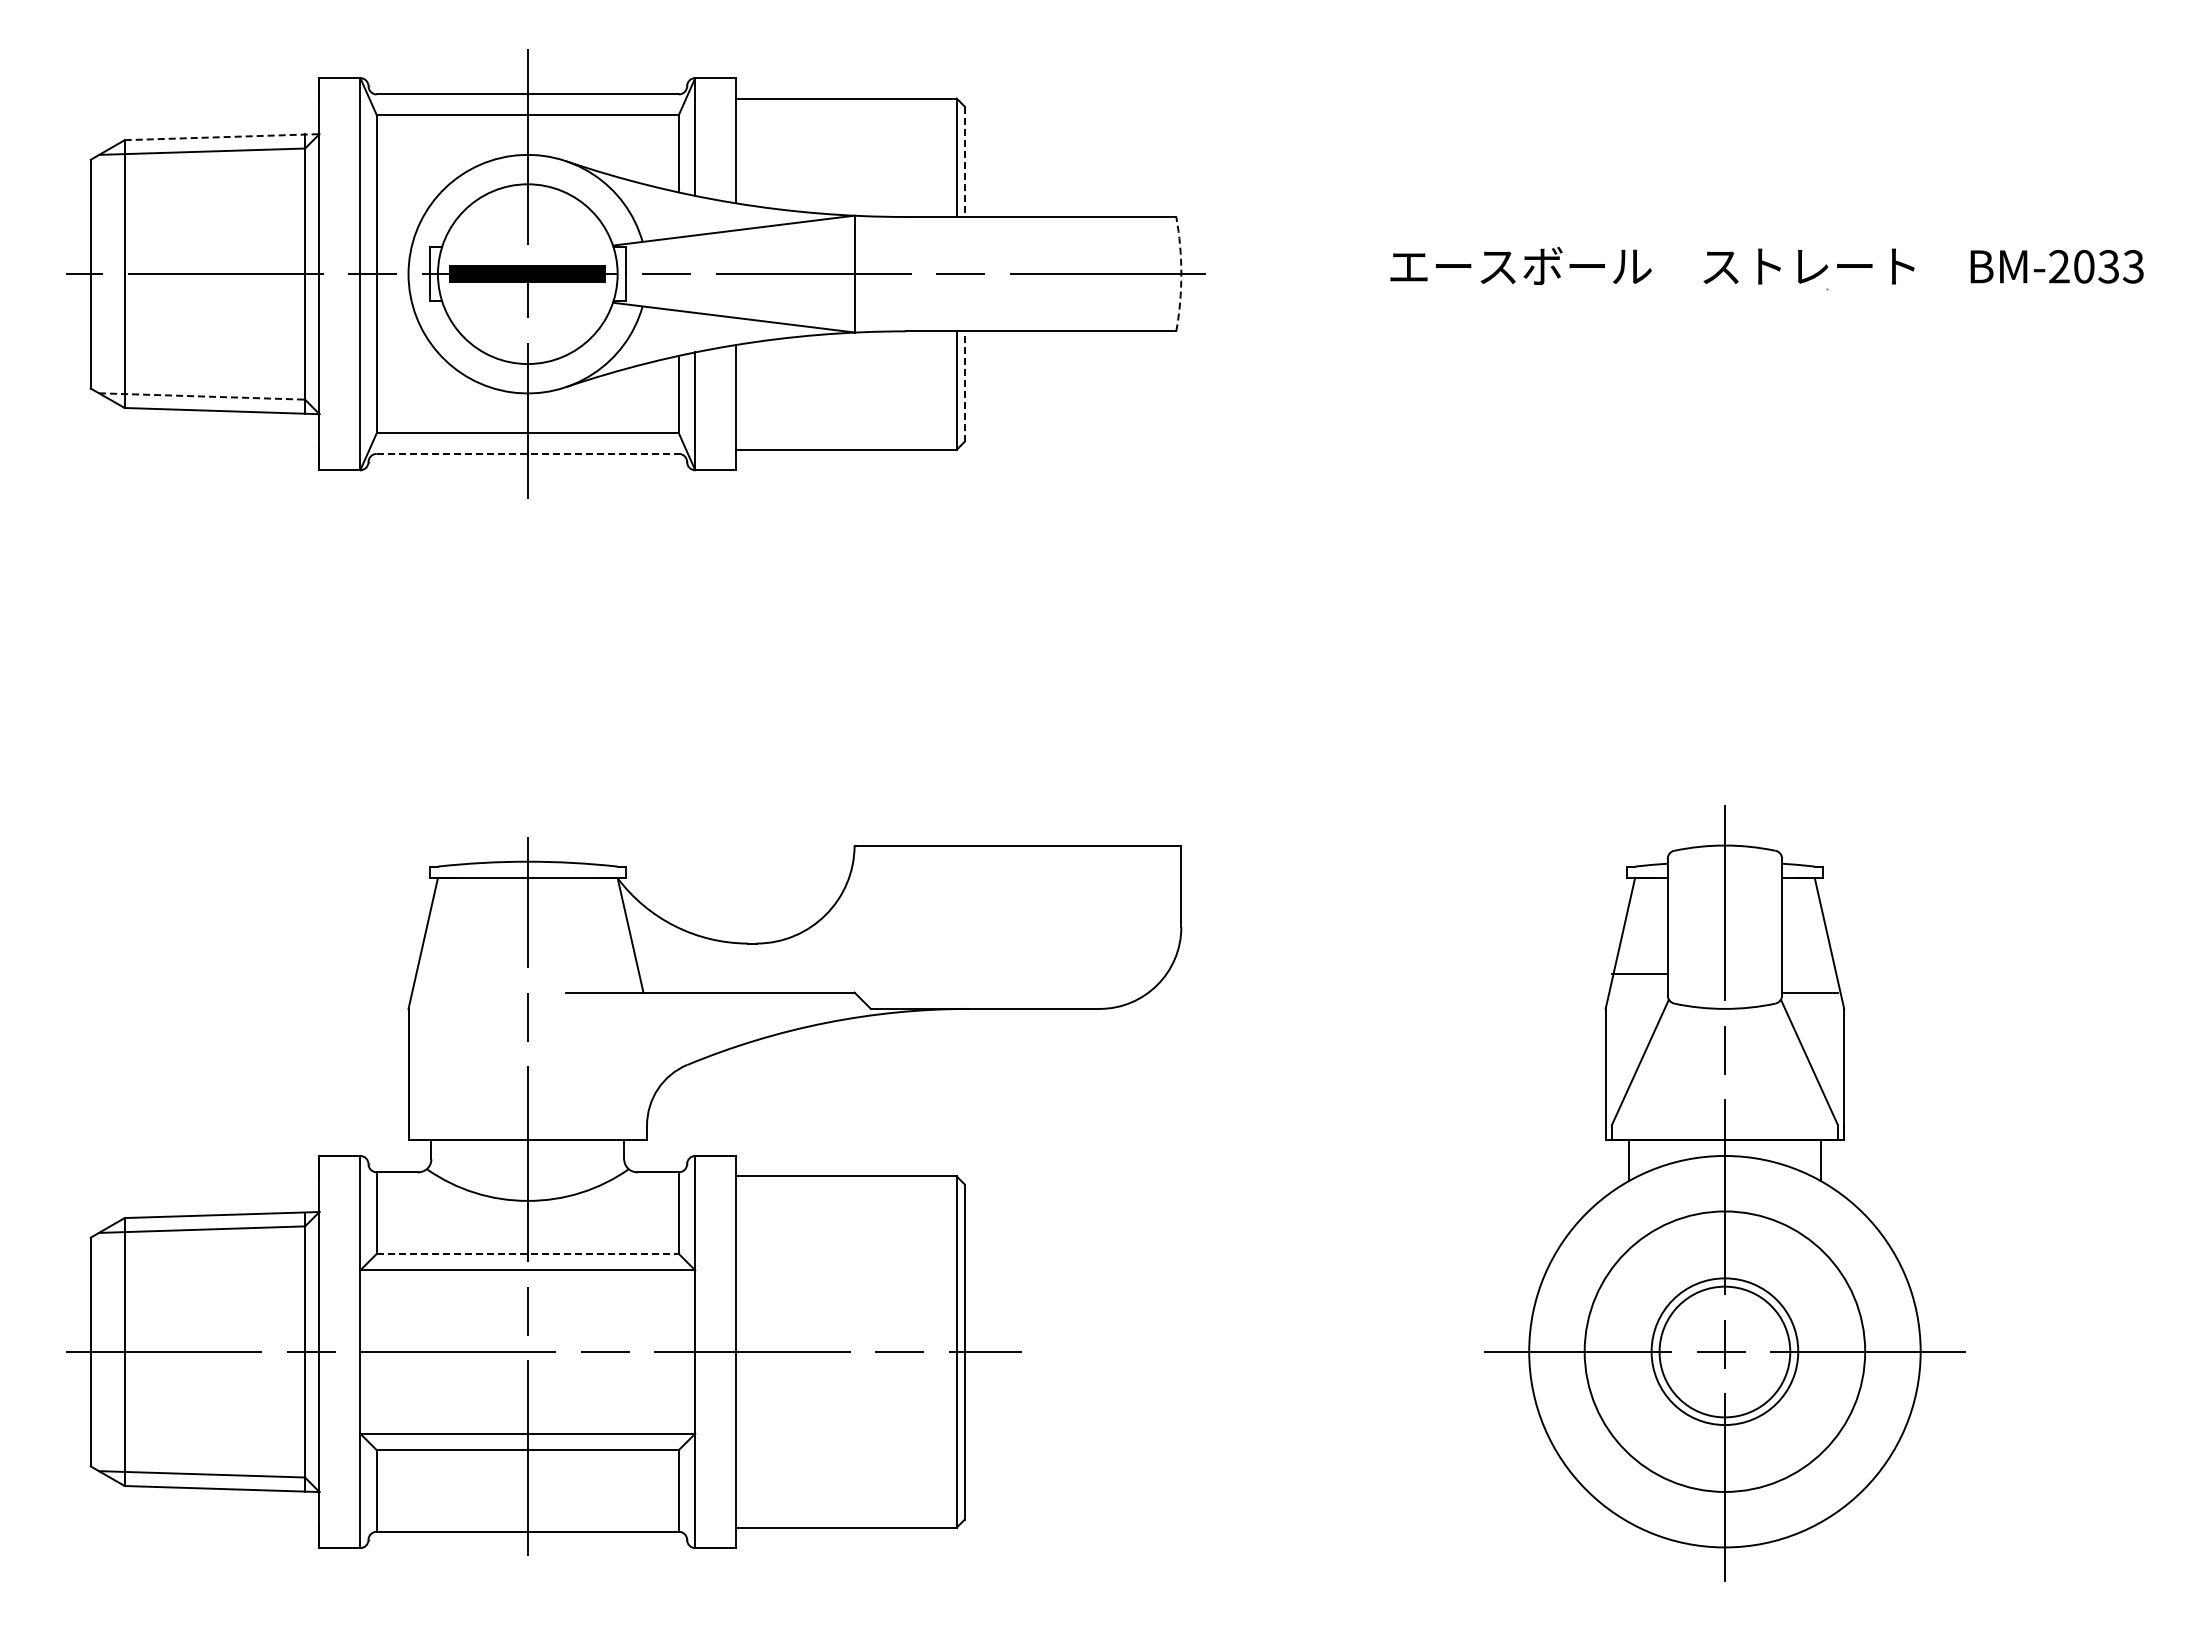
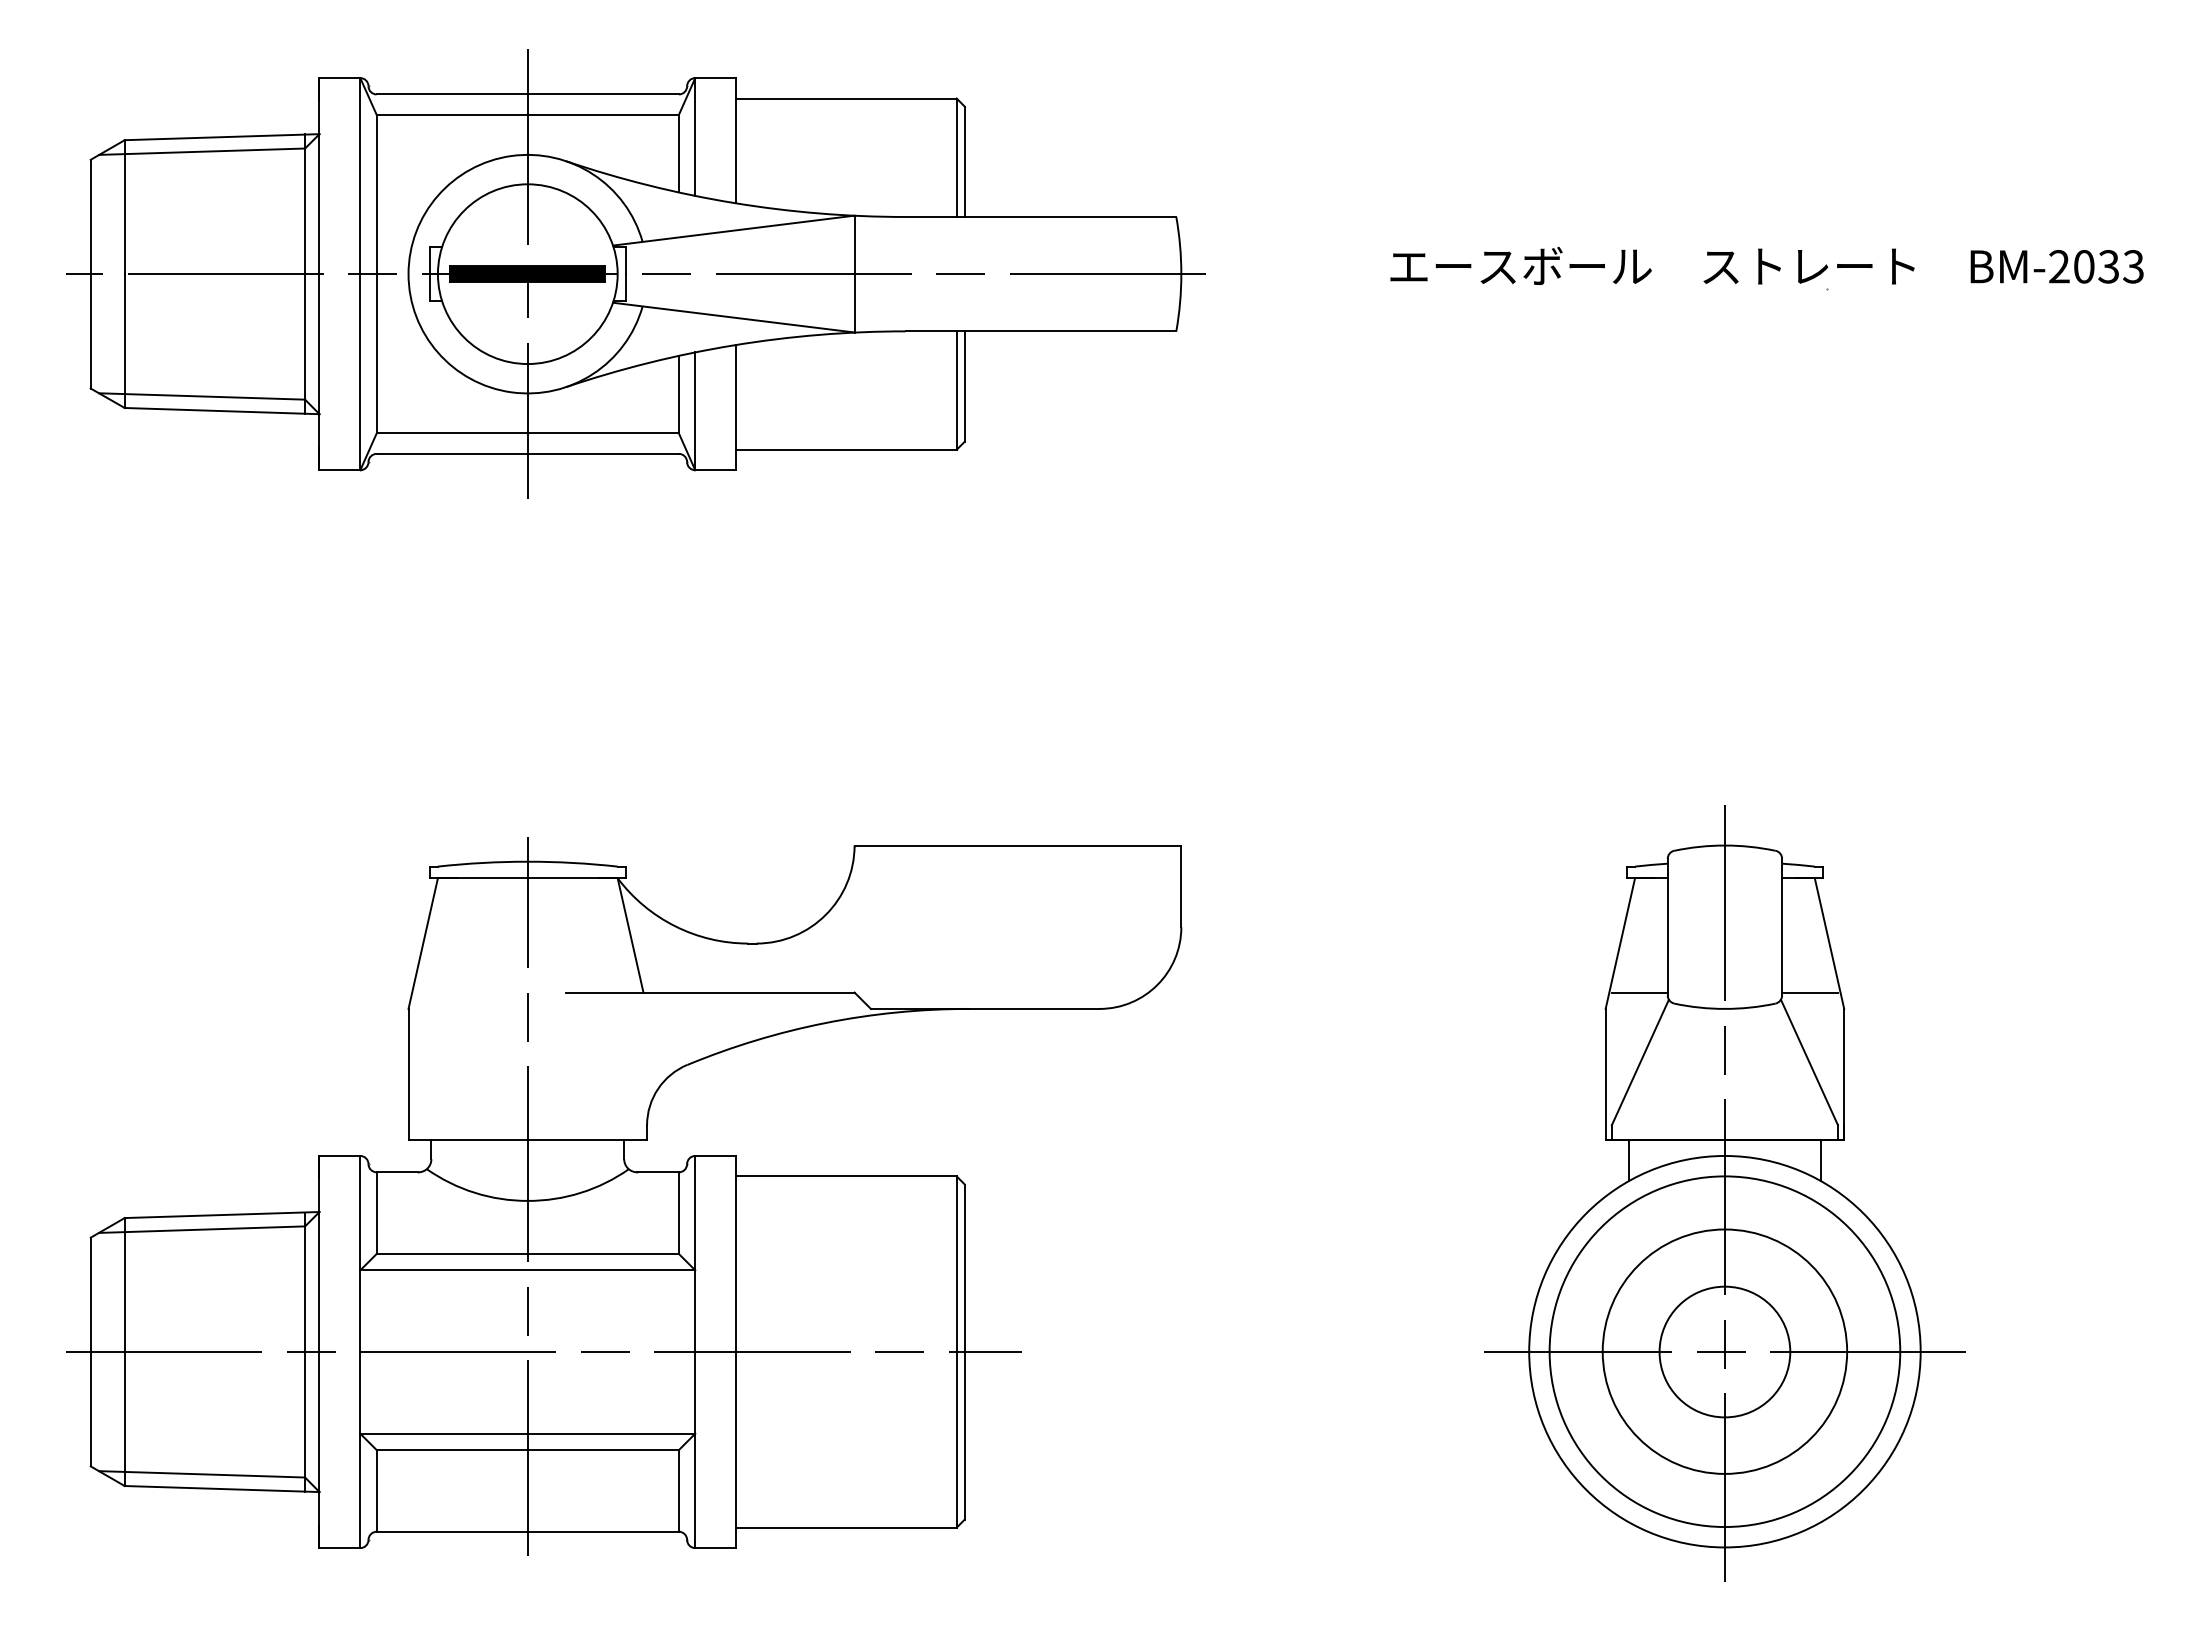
line at (222, 137): dashed -> solid
line at (964, 162): dashed -> solid
arc at (1181, 274): dashed -> solid
line at (964, 386): dashed -> solid
line at (202, 396): dashed -> solid
line at (528, 453): dashed -> solid
line at (1639, 973) position: (1639, 973) -> (1639, 992)
line at (528, 1254): dashed -> solid
circle at (1724, 1351) diameter: 147 px -> 244 px
circle at (1724, 1351) diameter: 281 px -> 351 px
